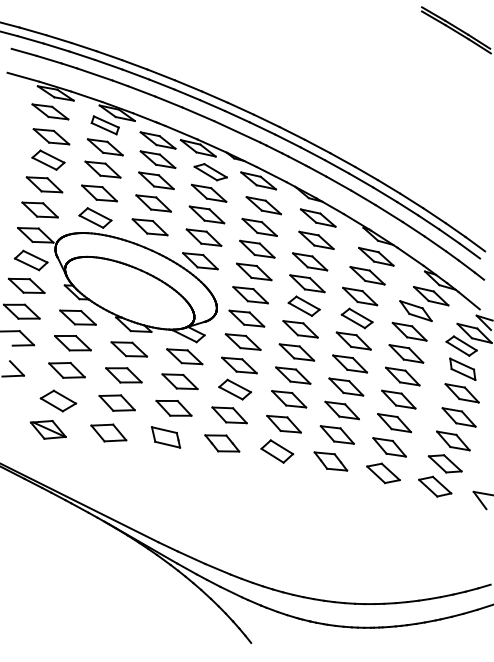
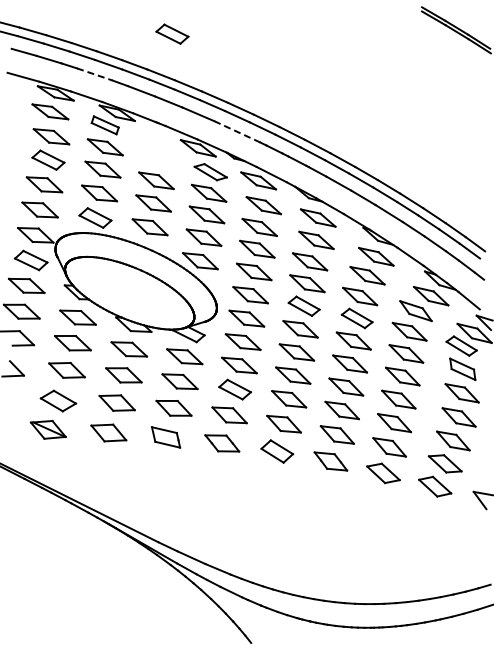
part at (172, 33): none -> present
line at (94, 74): solid -> dashed
line at (237, 132): solid -> dashed
part at (157, 149): present -> none
